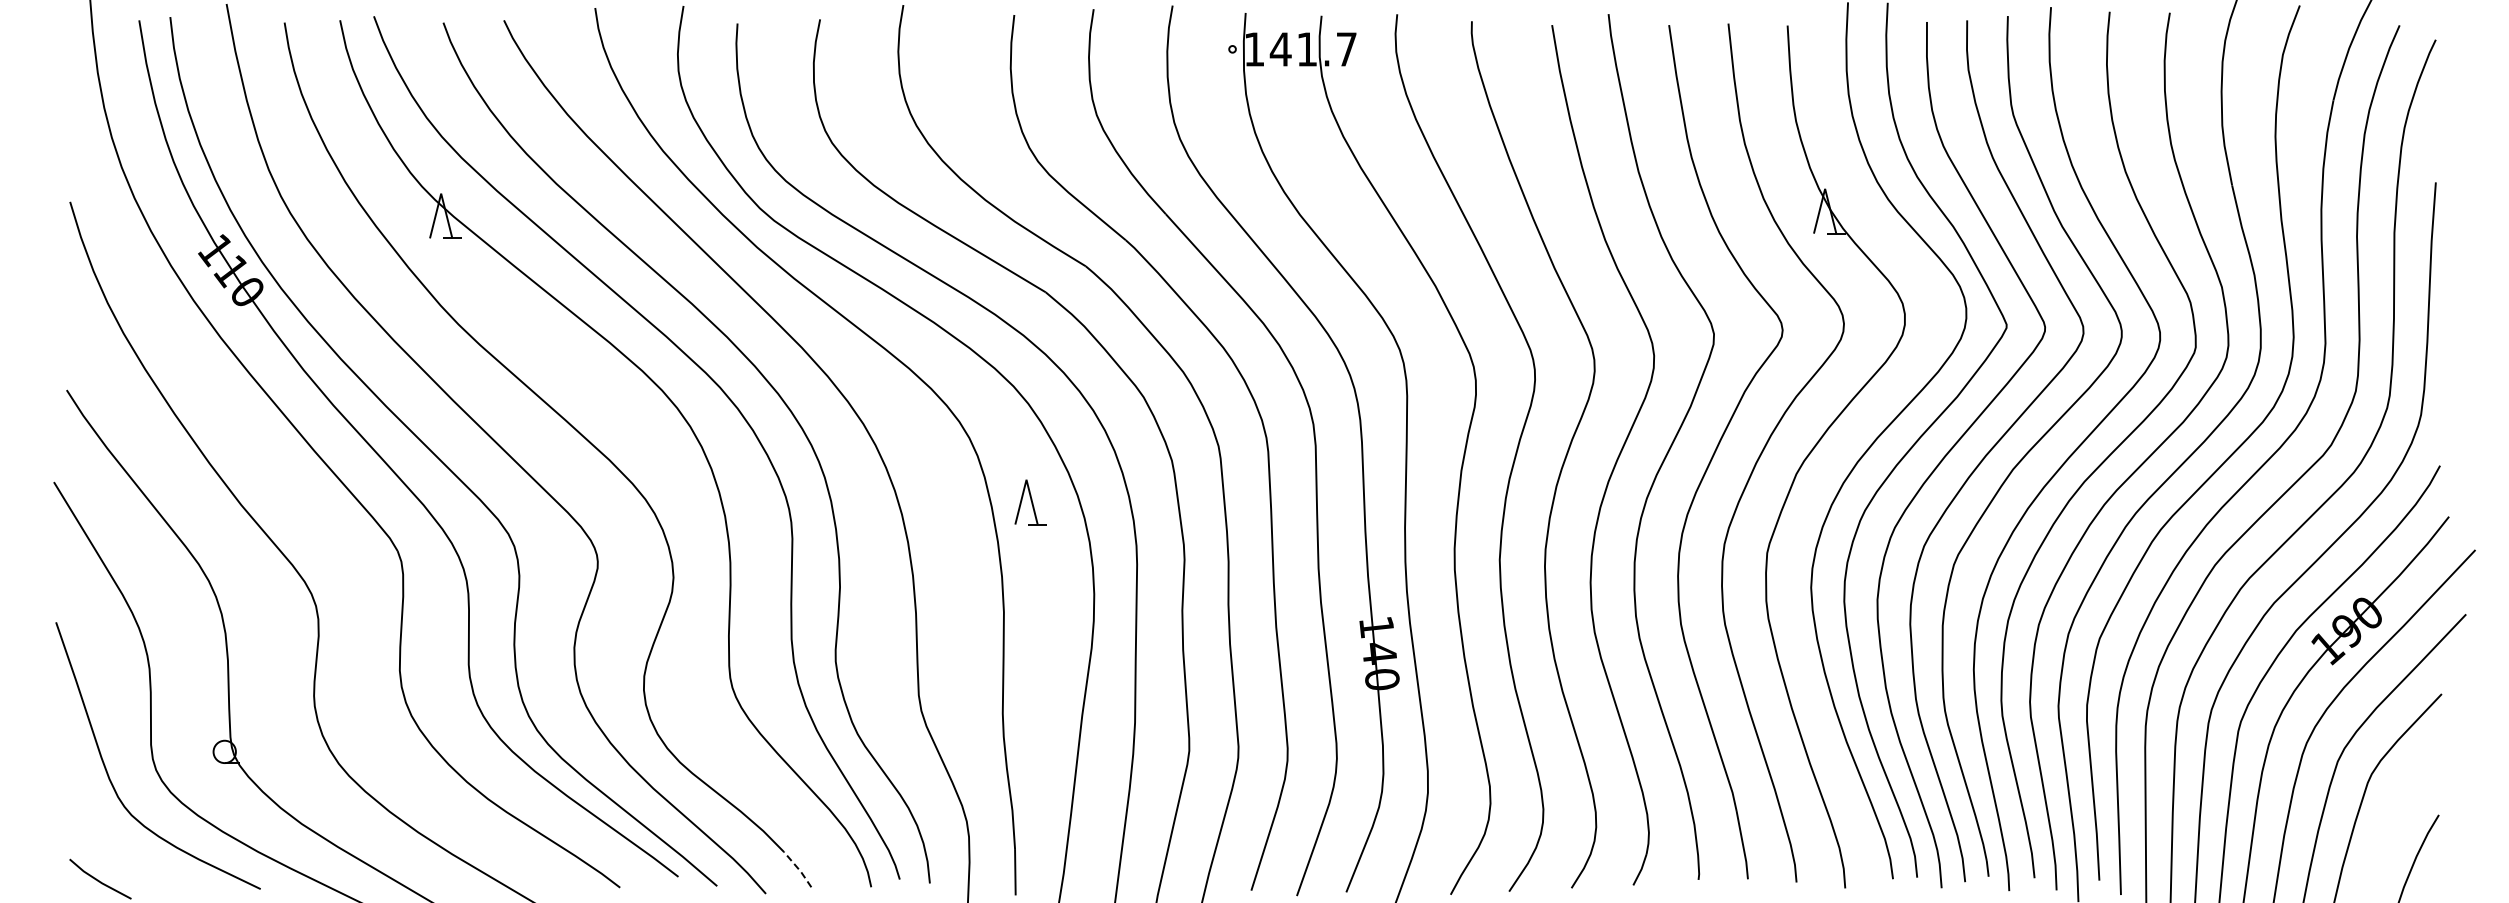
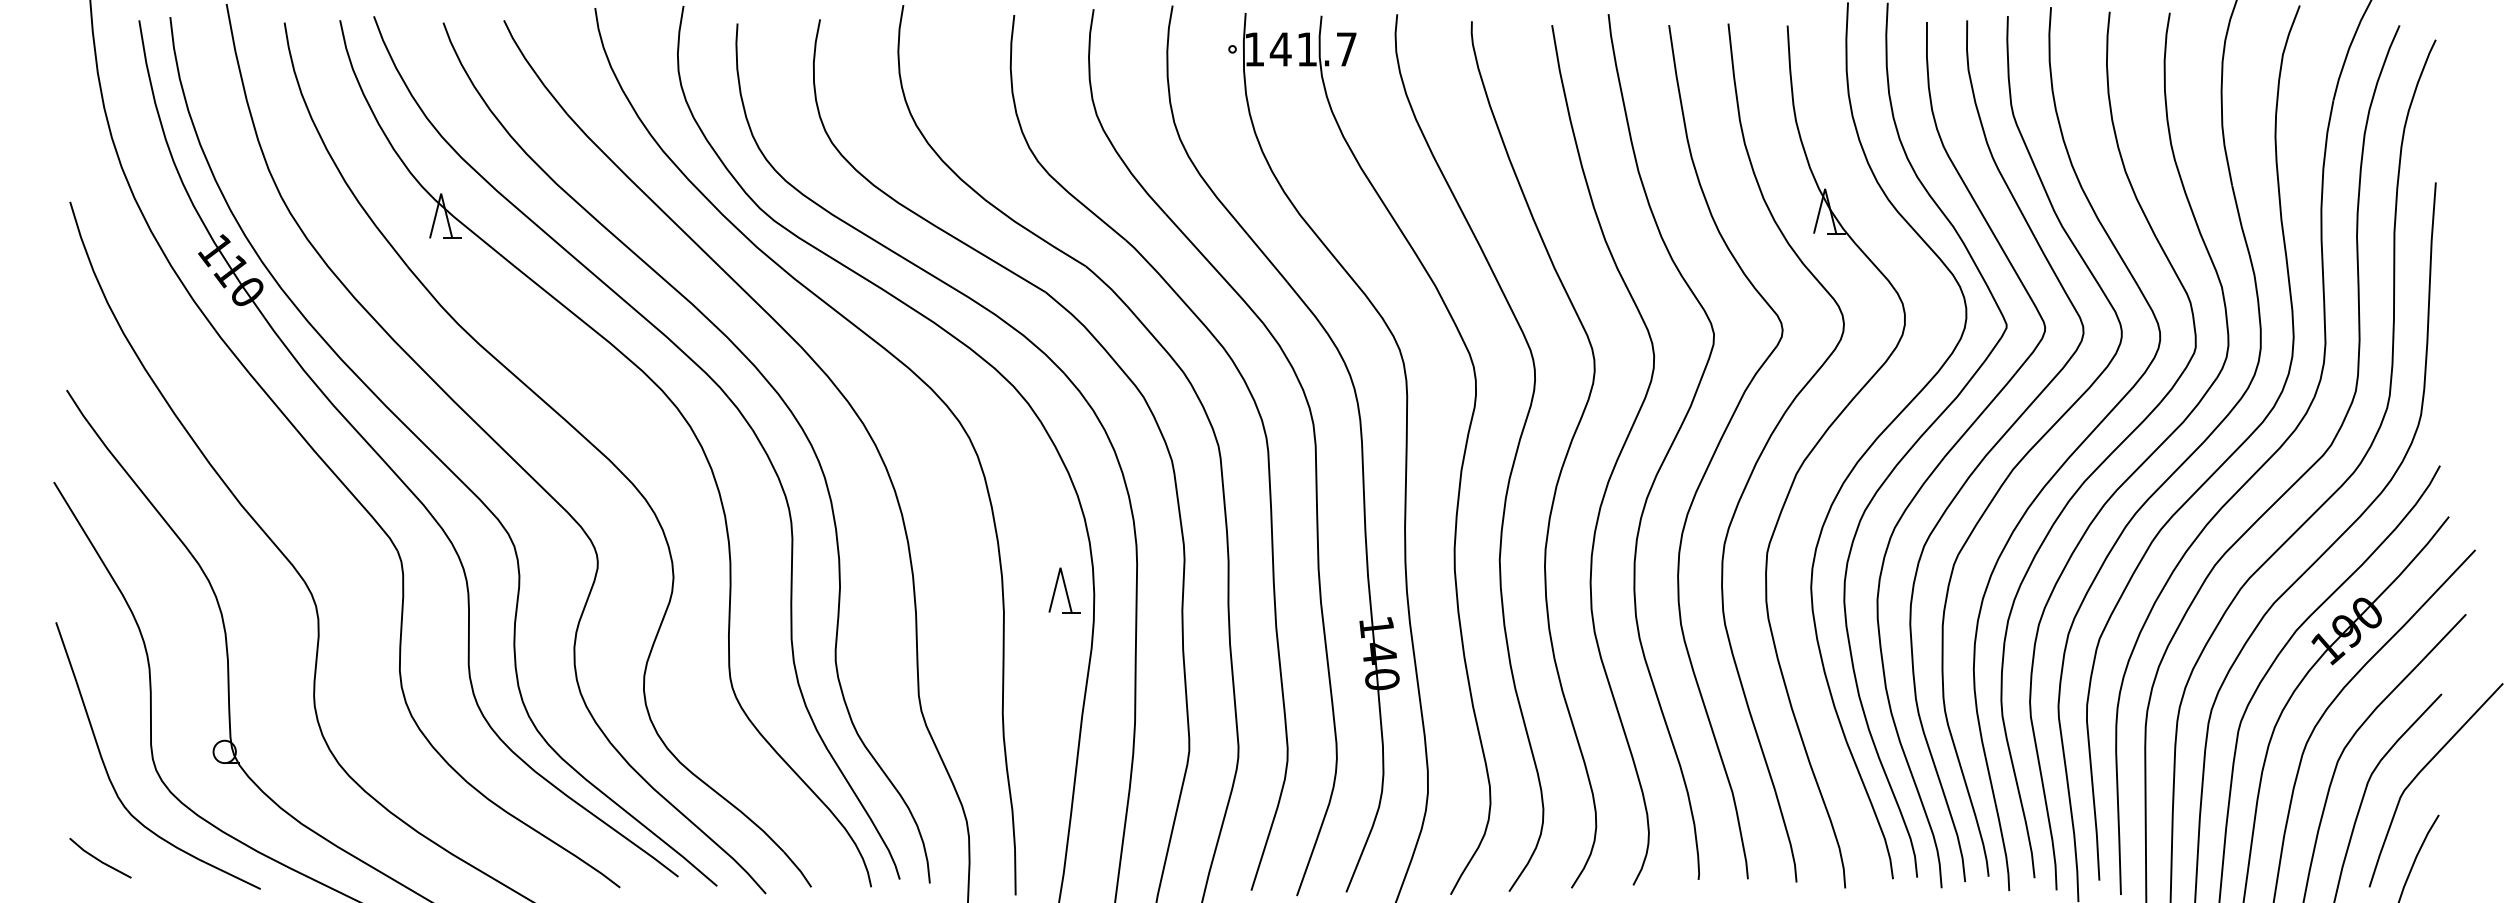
part at (1030, 502) position: (1030, 502) -> (1064, 590)
curve at (2419, 774): none -> present
line at (798, 868): dashed -> solid
line at (98, 879) position: (98, 879) -> (98, 858)
